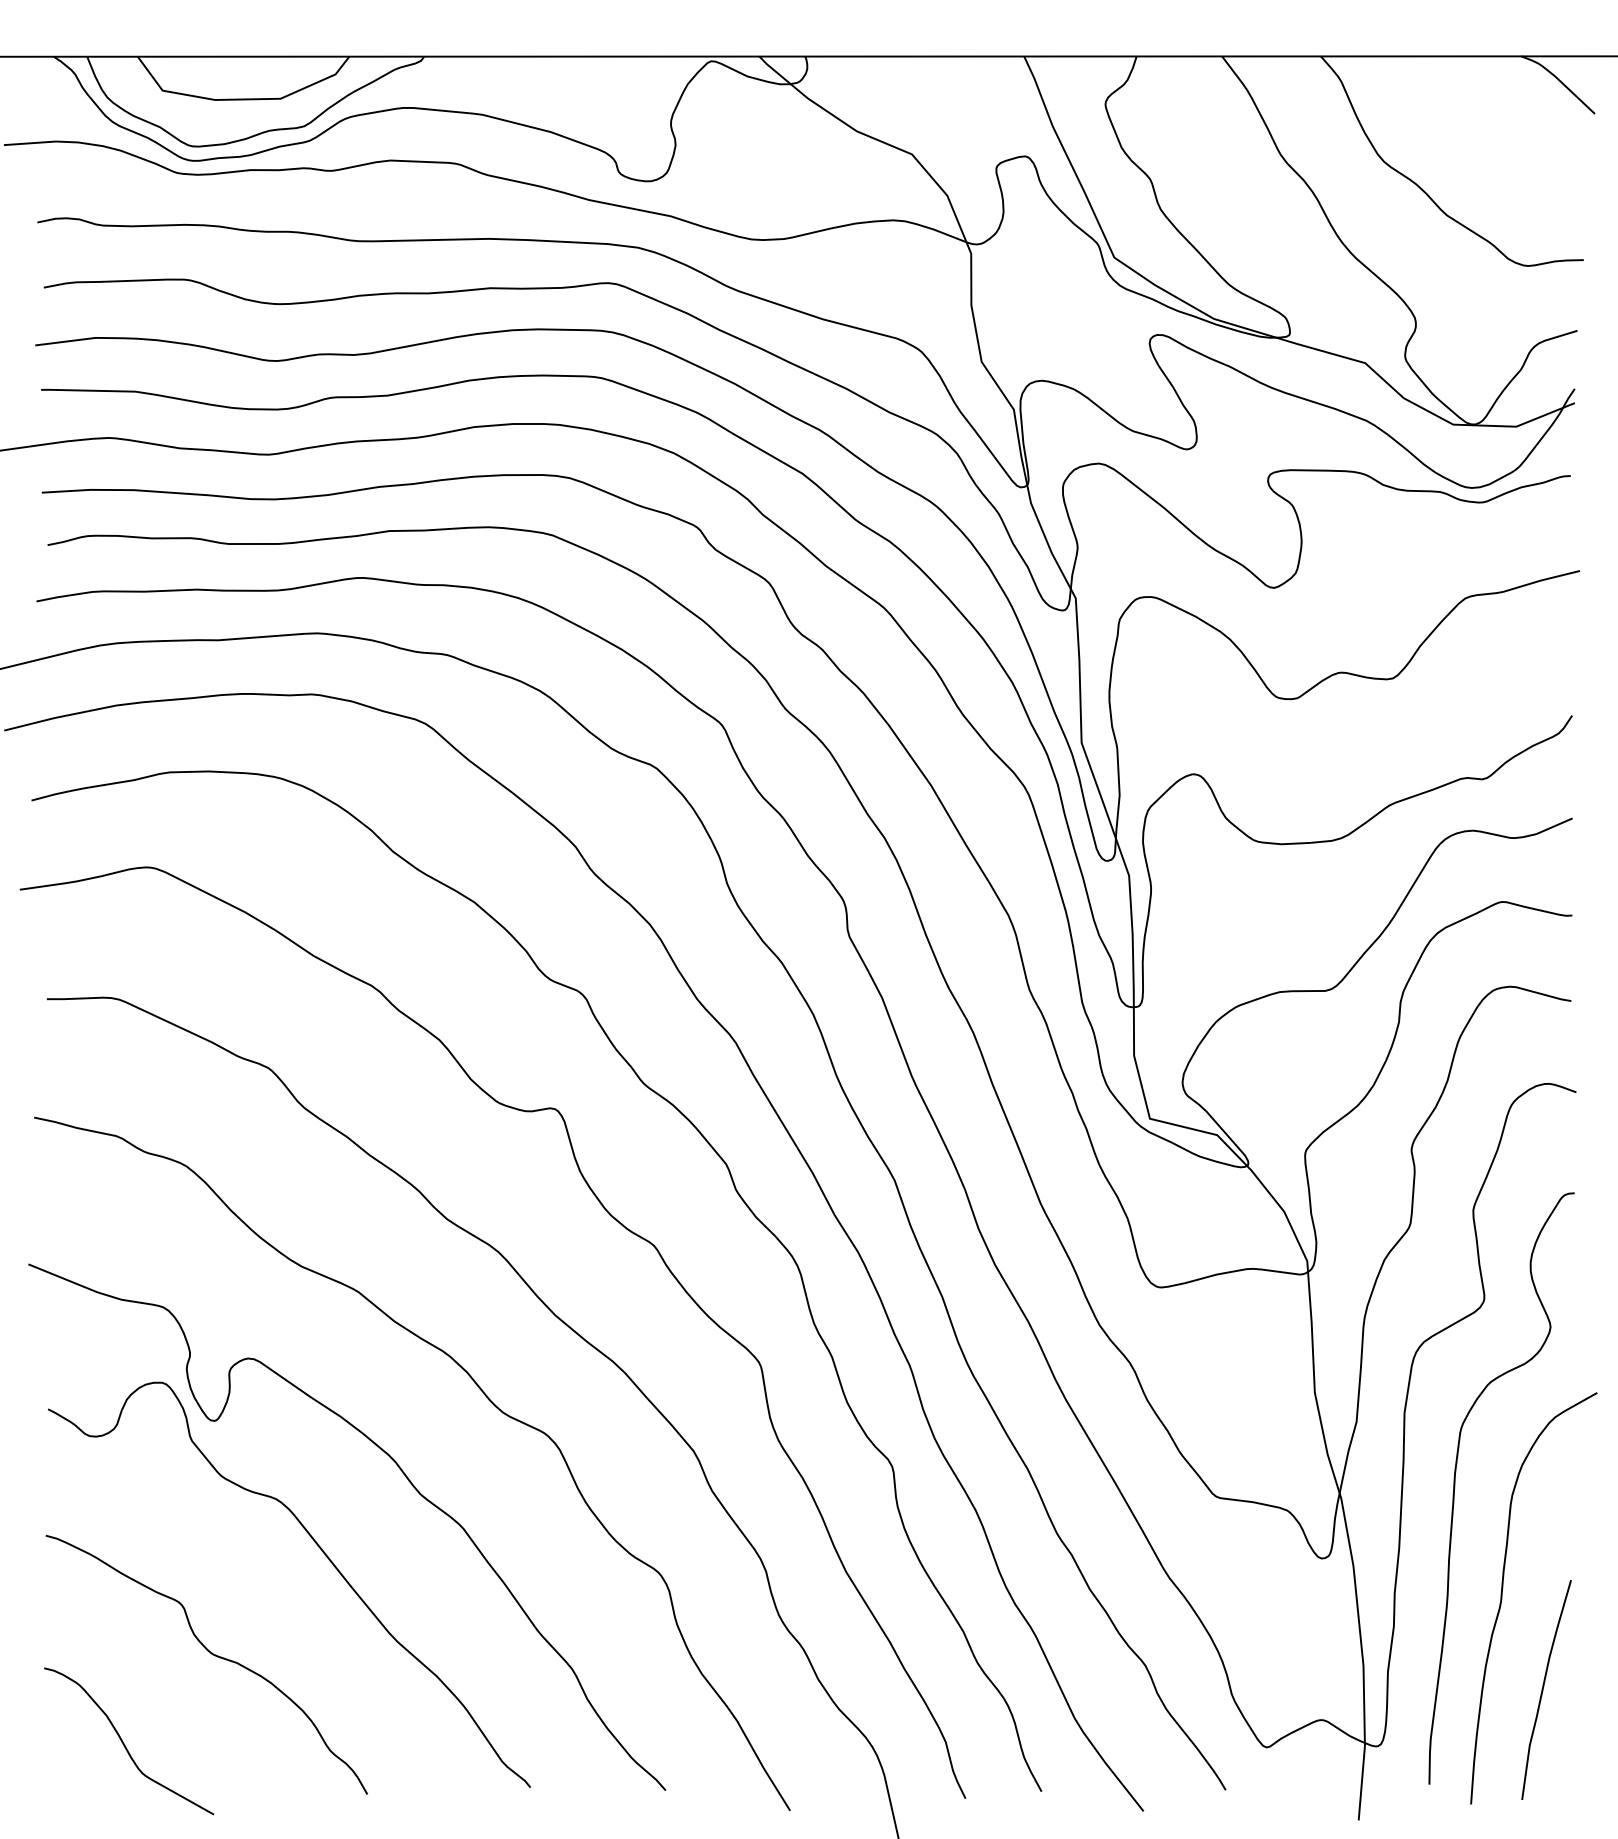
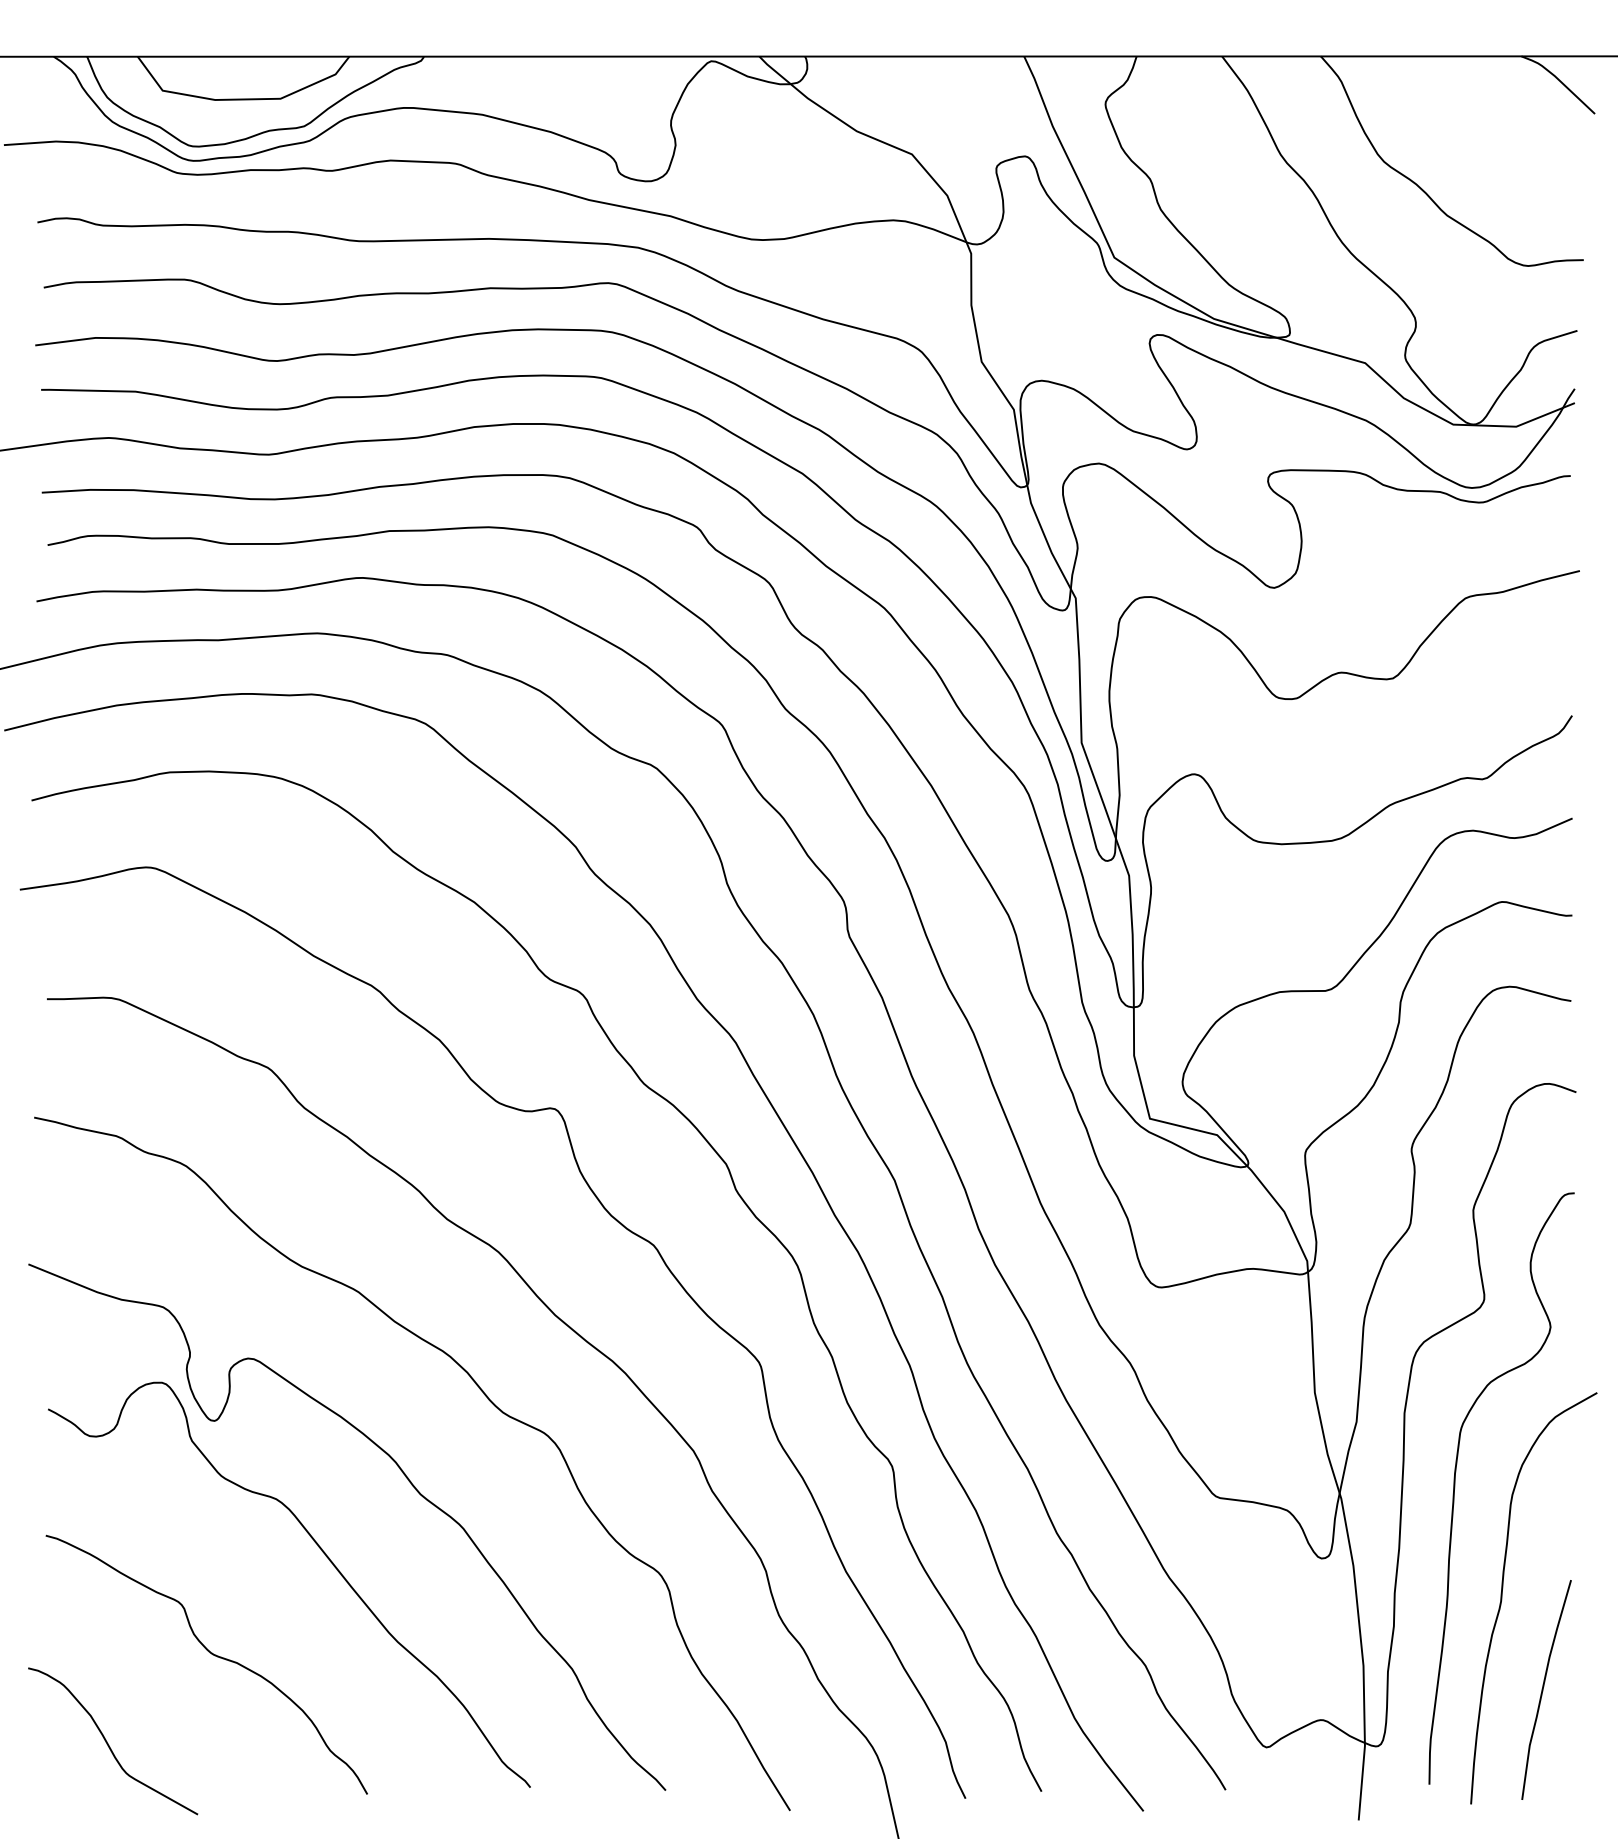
curve at (124, 1743) position: (124, 1743) -> (108, 1743)
